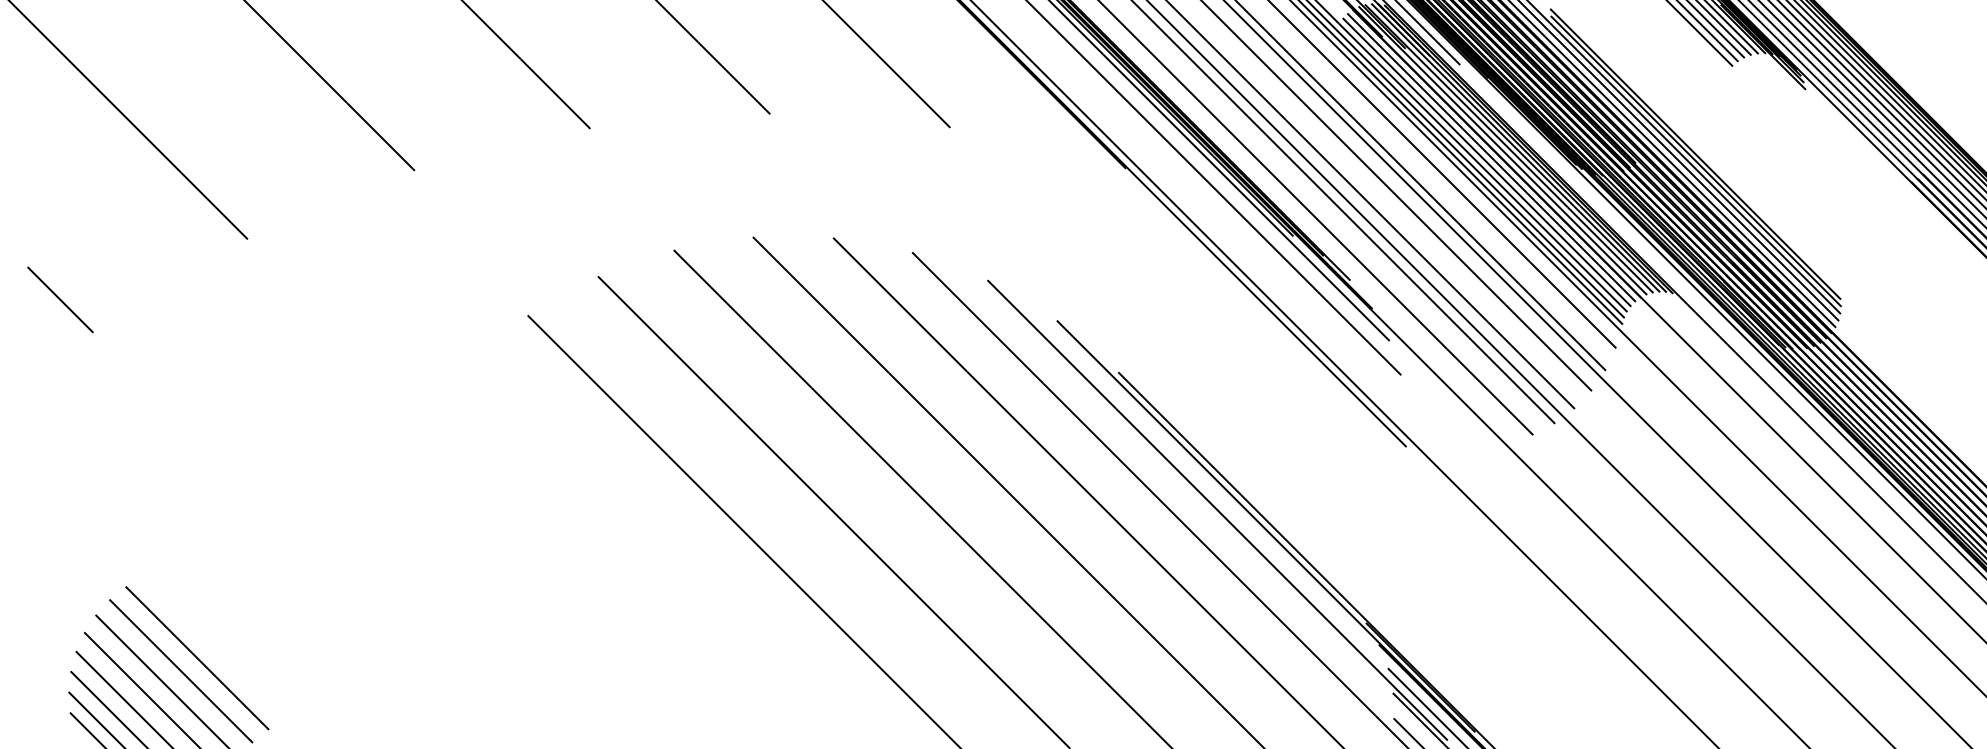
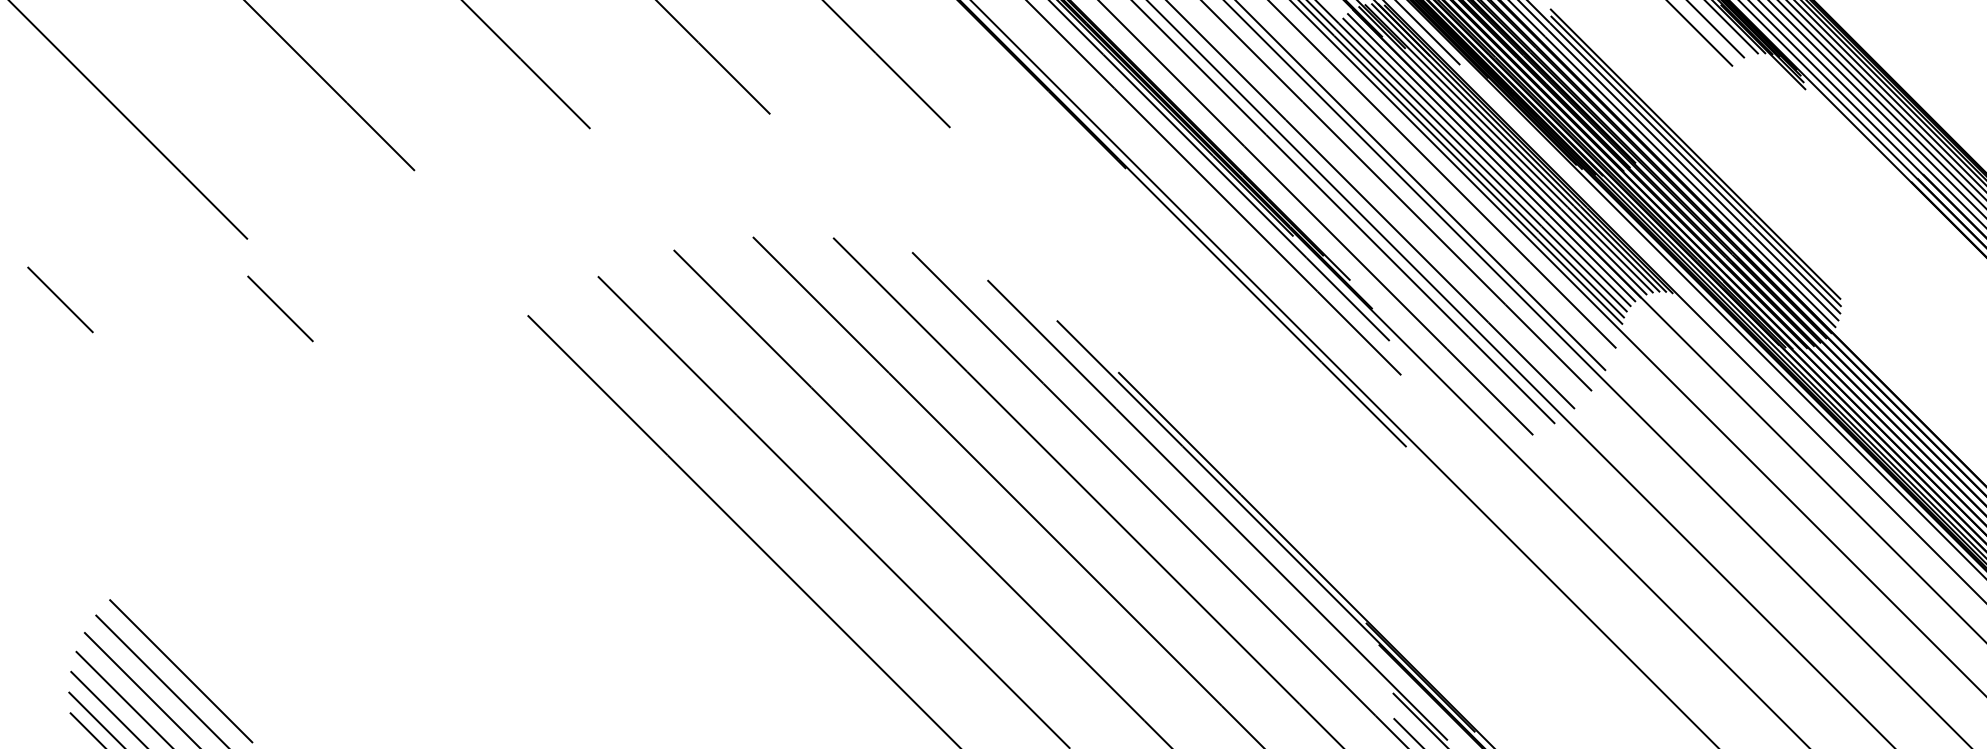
line at (1724, 28): present -> none
line at (1708, 31): present -> none
line at (280, 308): none -> present
line at (197, 658): present -> none
line at (1426, 706): present -> none
